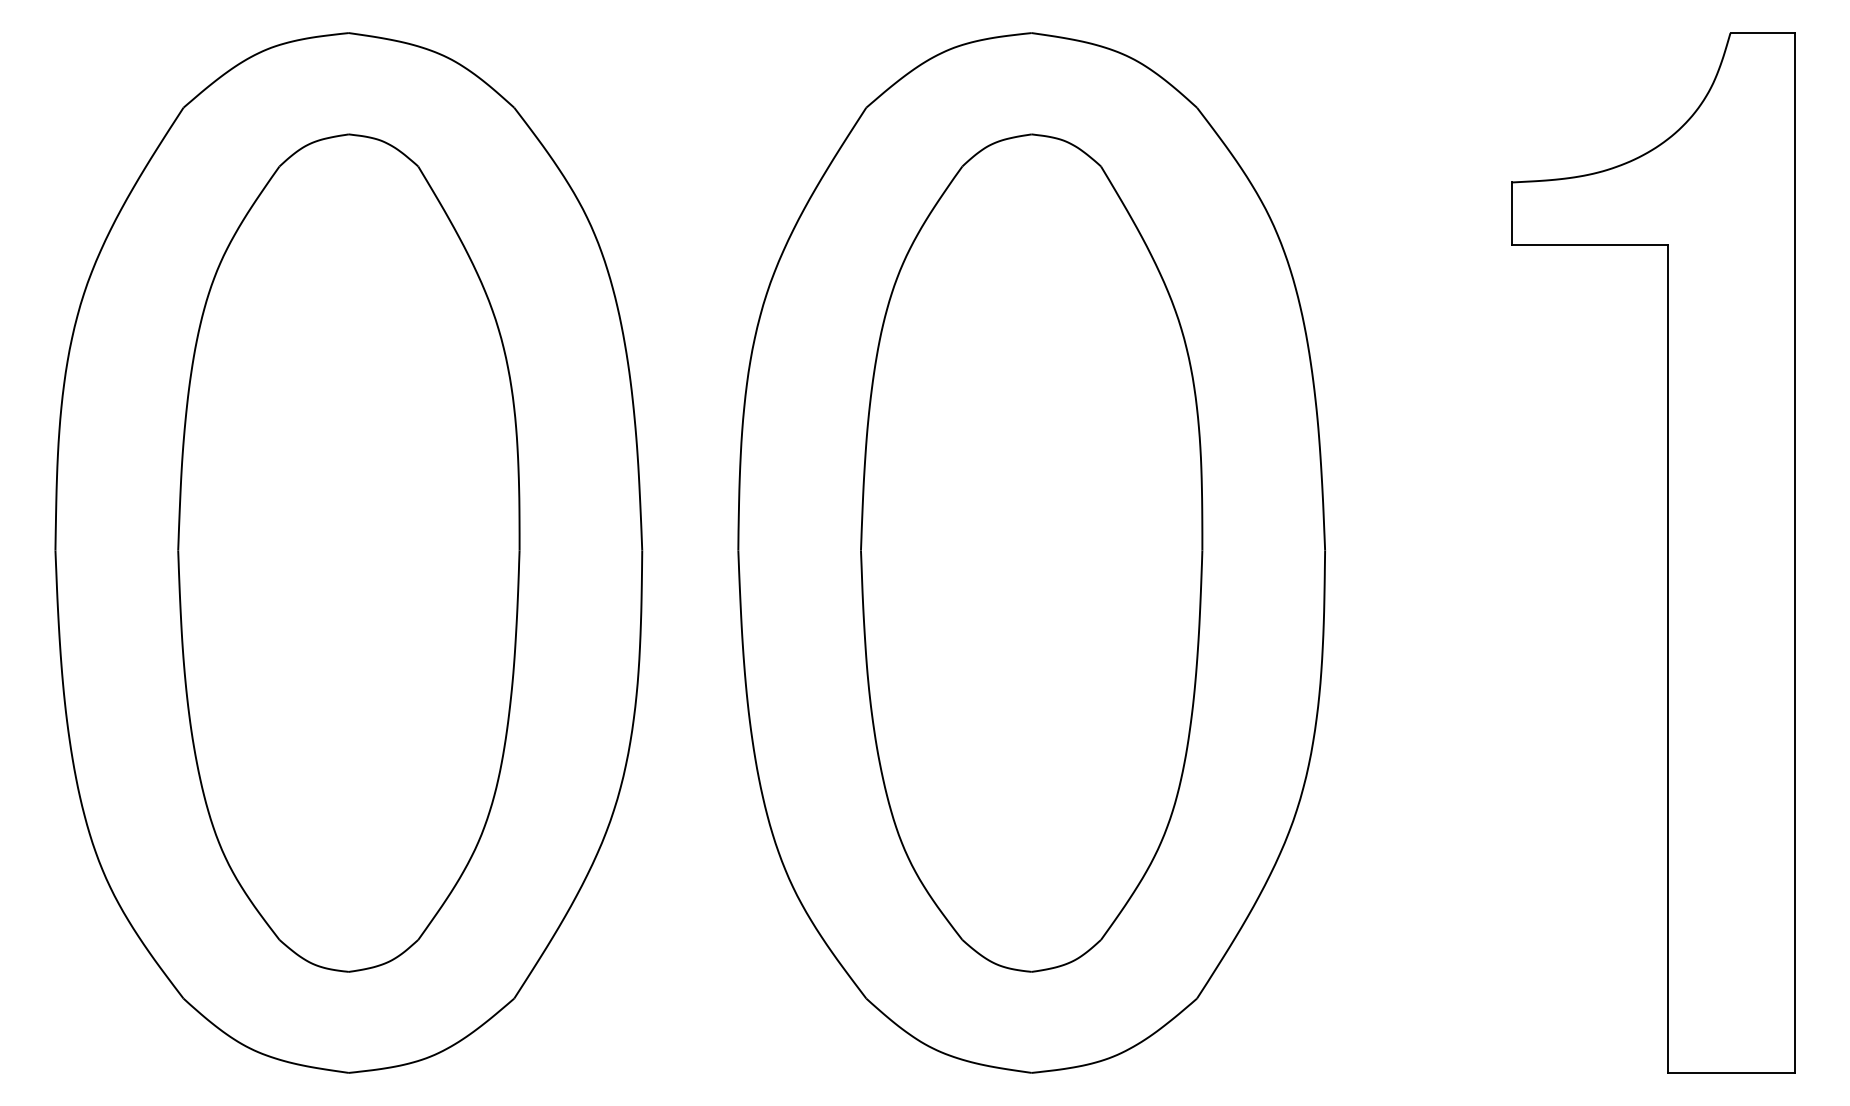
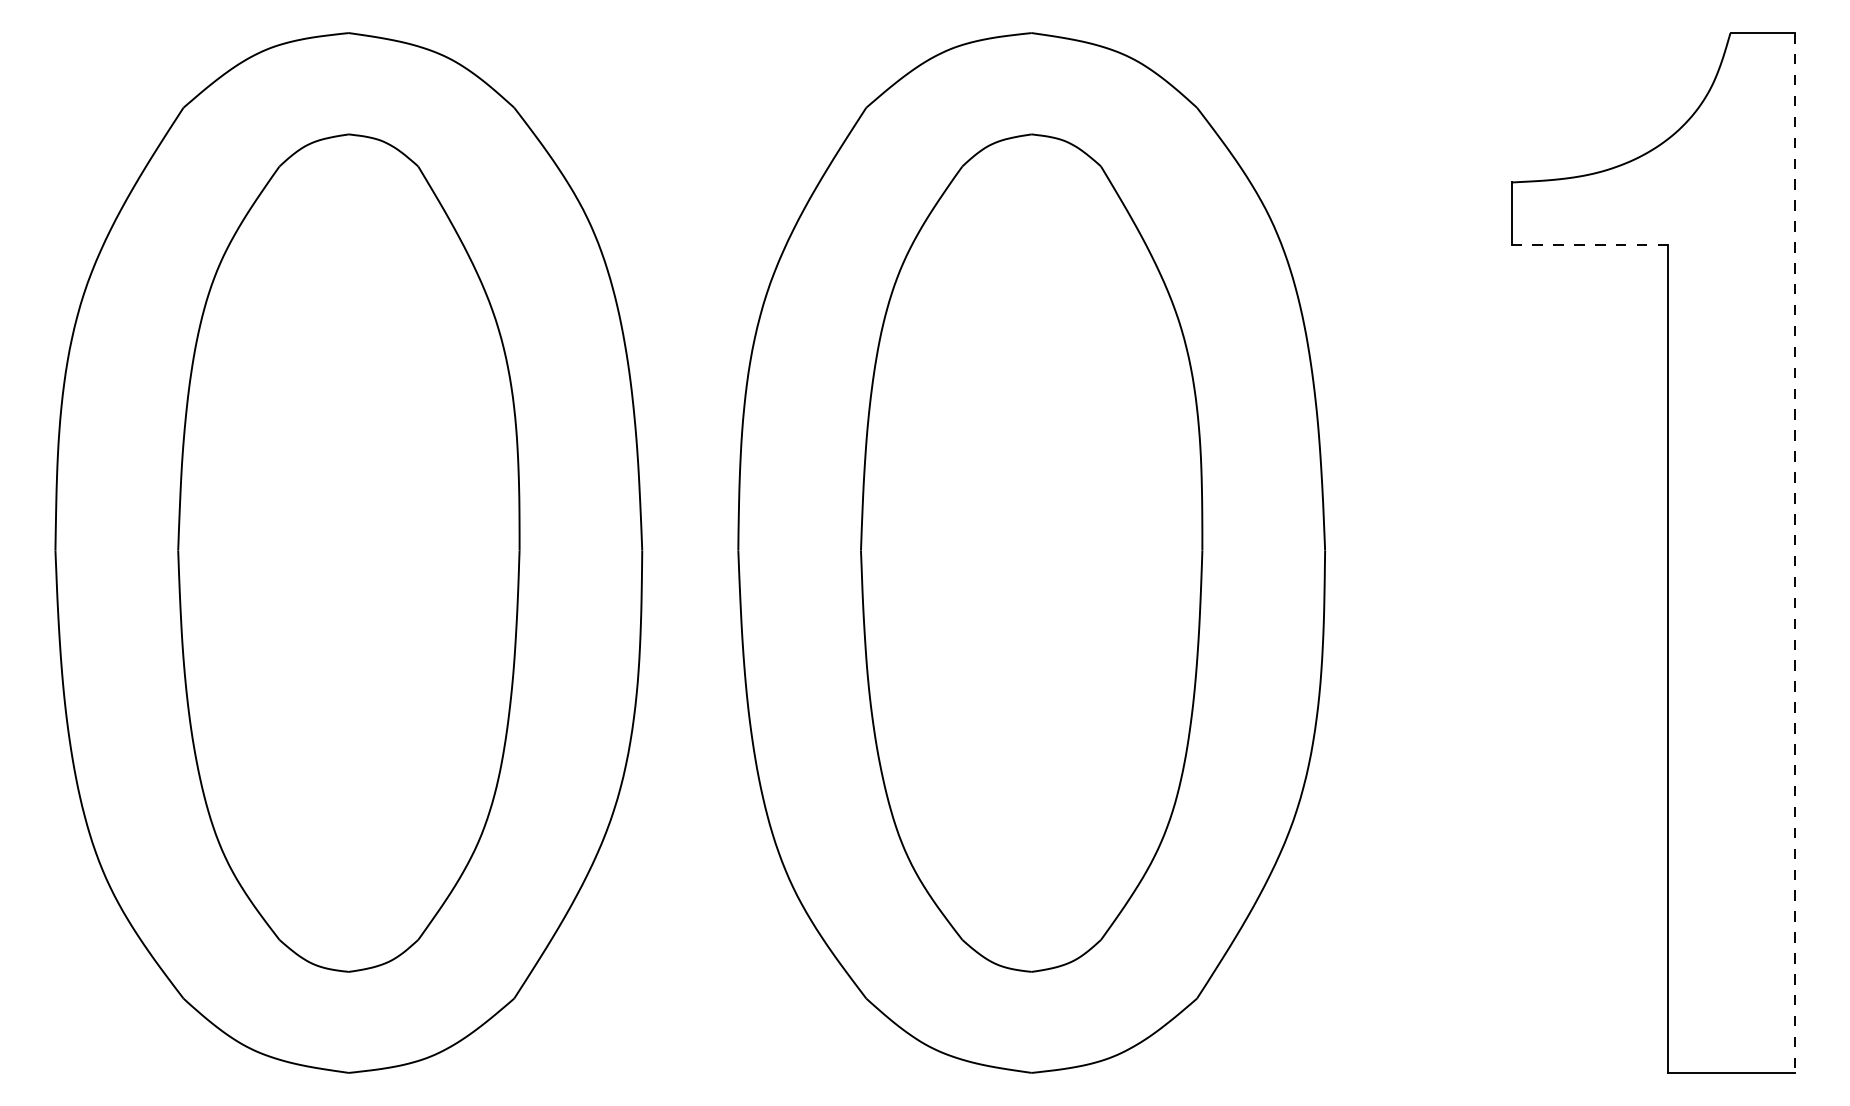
line at (1589, 245): solid -> dashed
line at (1794, 553): solid -> dashed
